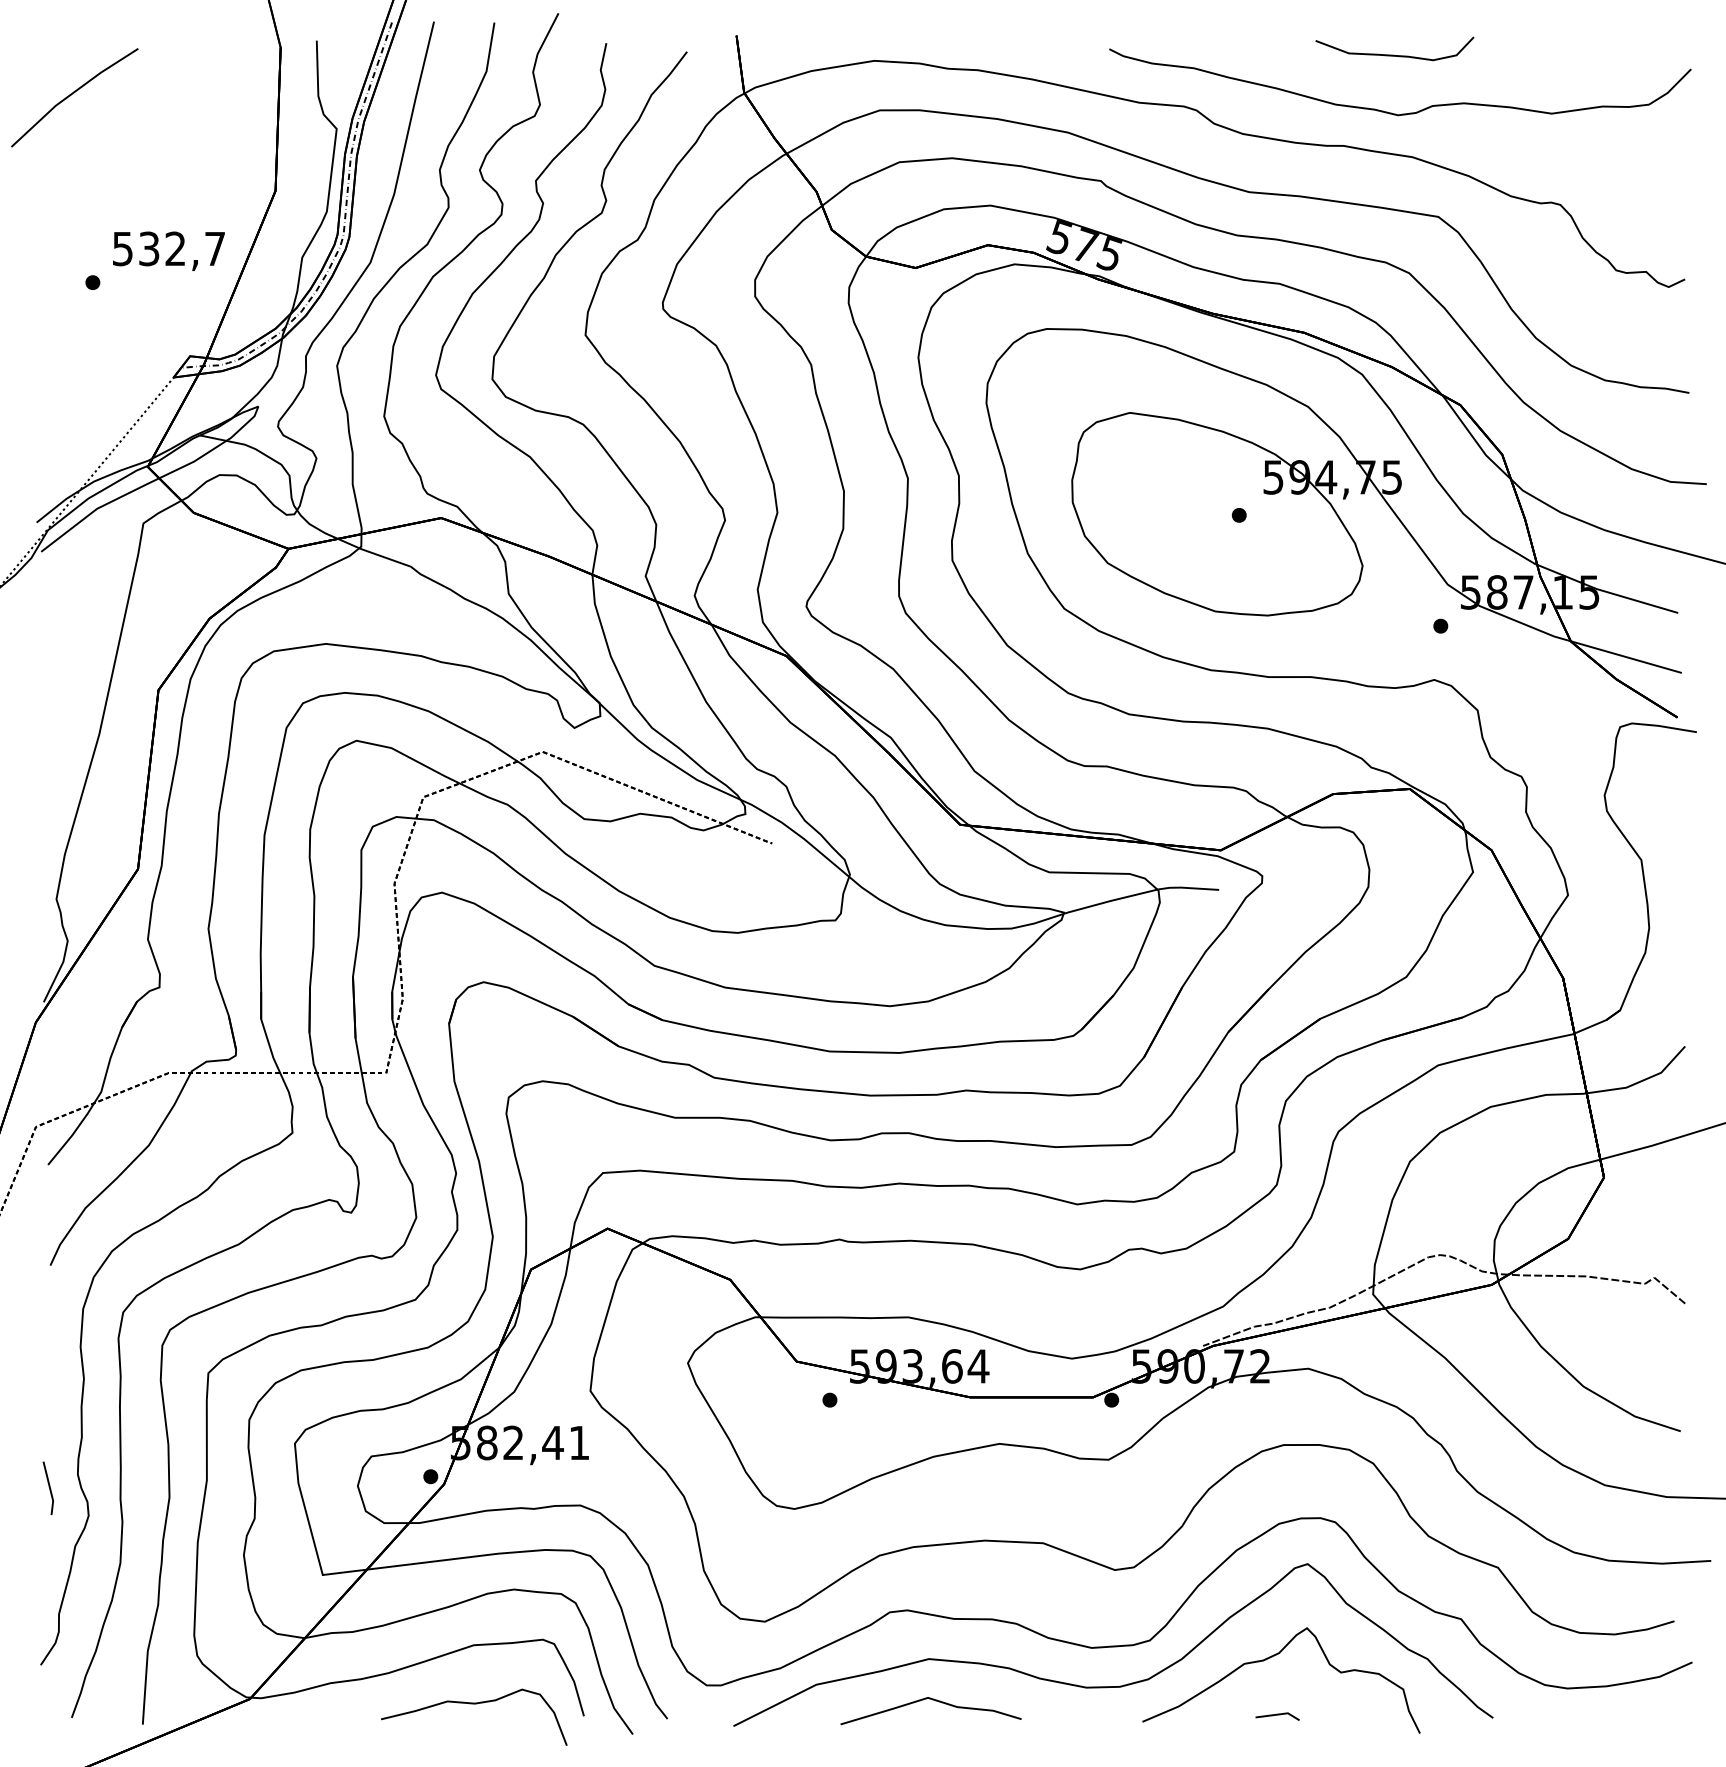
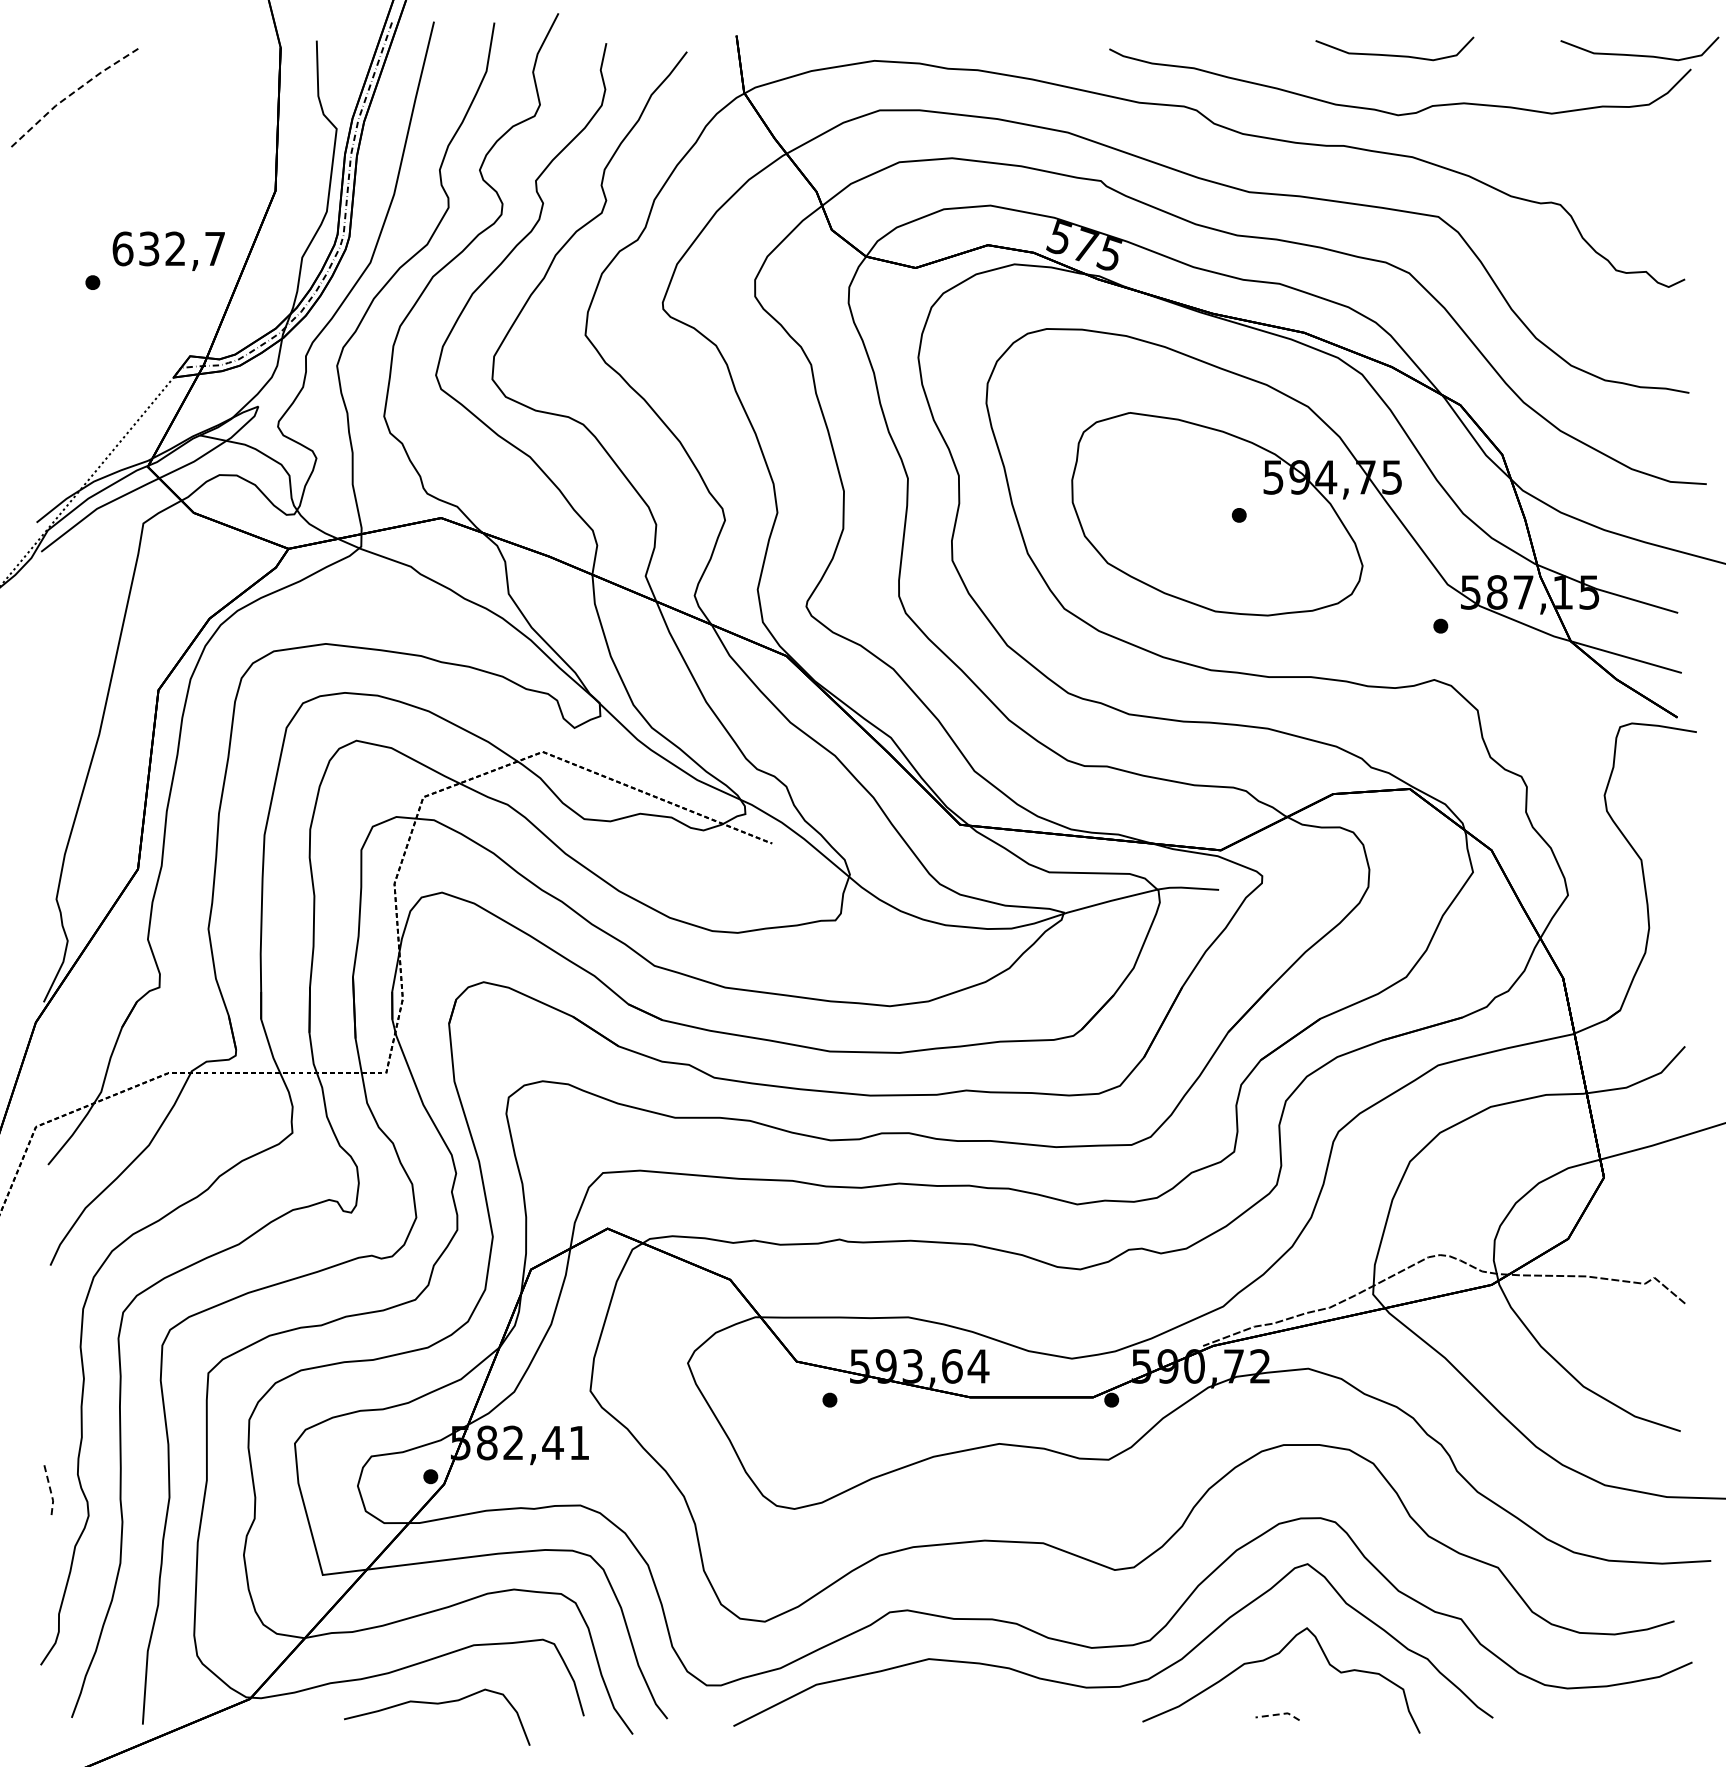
curve at (1639, 54): none -> present
line at (72, 93): solid -> dashed
text at (122, 248): 532,7 -> 632,7
line at (50, 1488): solid -> dashed
curve at (932, 1700): present -> none
curve at (474, 1704) position: (474, 1704) -> (437, 1704)
line at (1279, 1714): solid -> dashed
